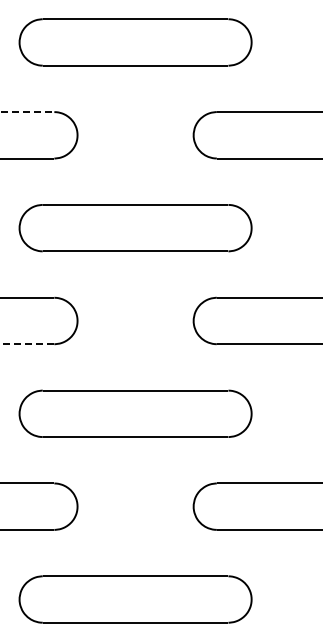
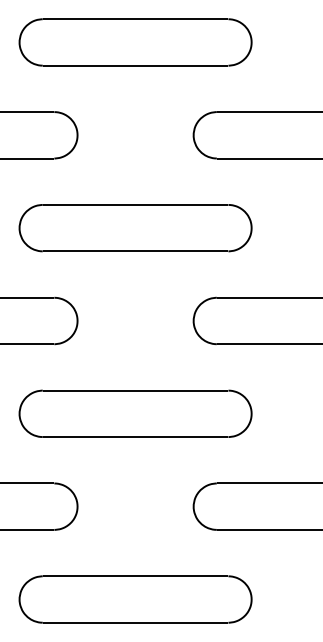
line at (27, 112): dashed -> solid
line at (27, 344): dashed -> solid
